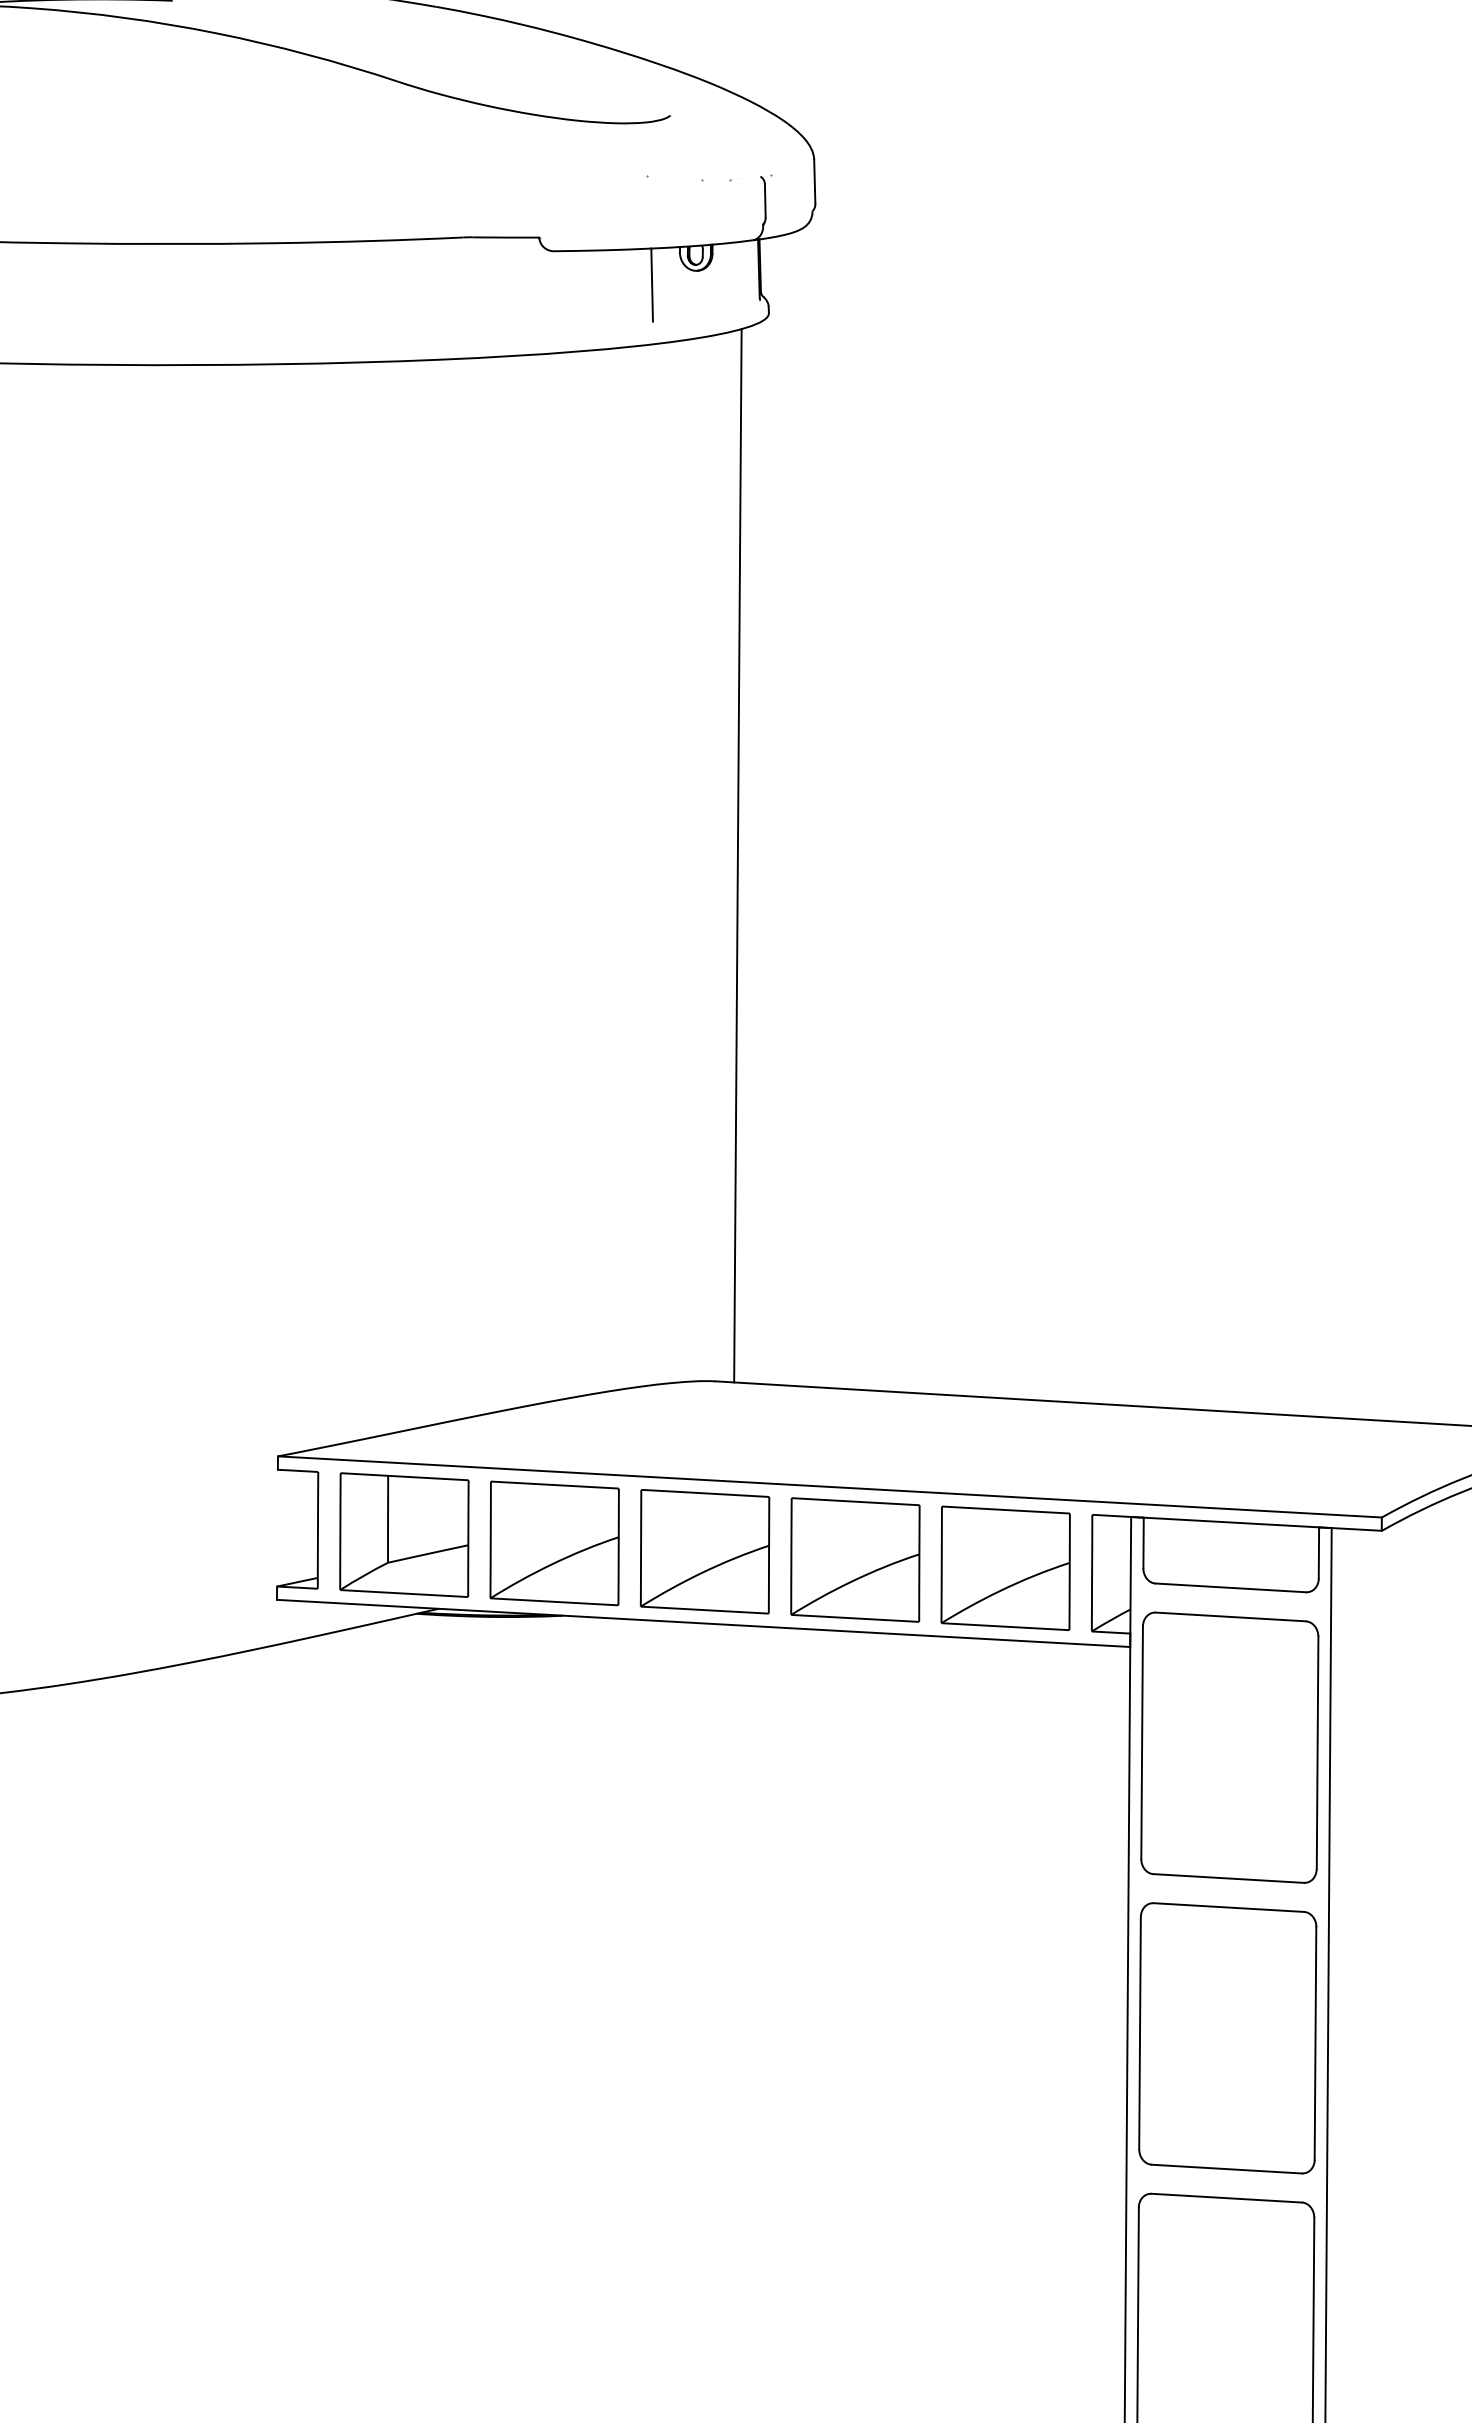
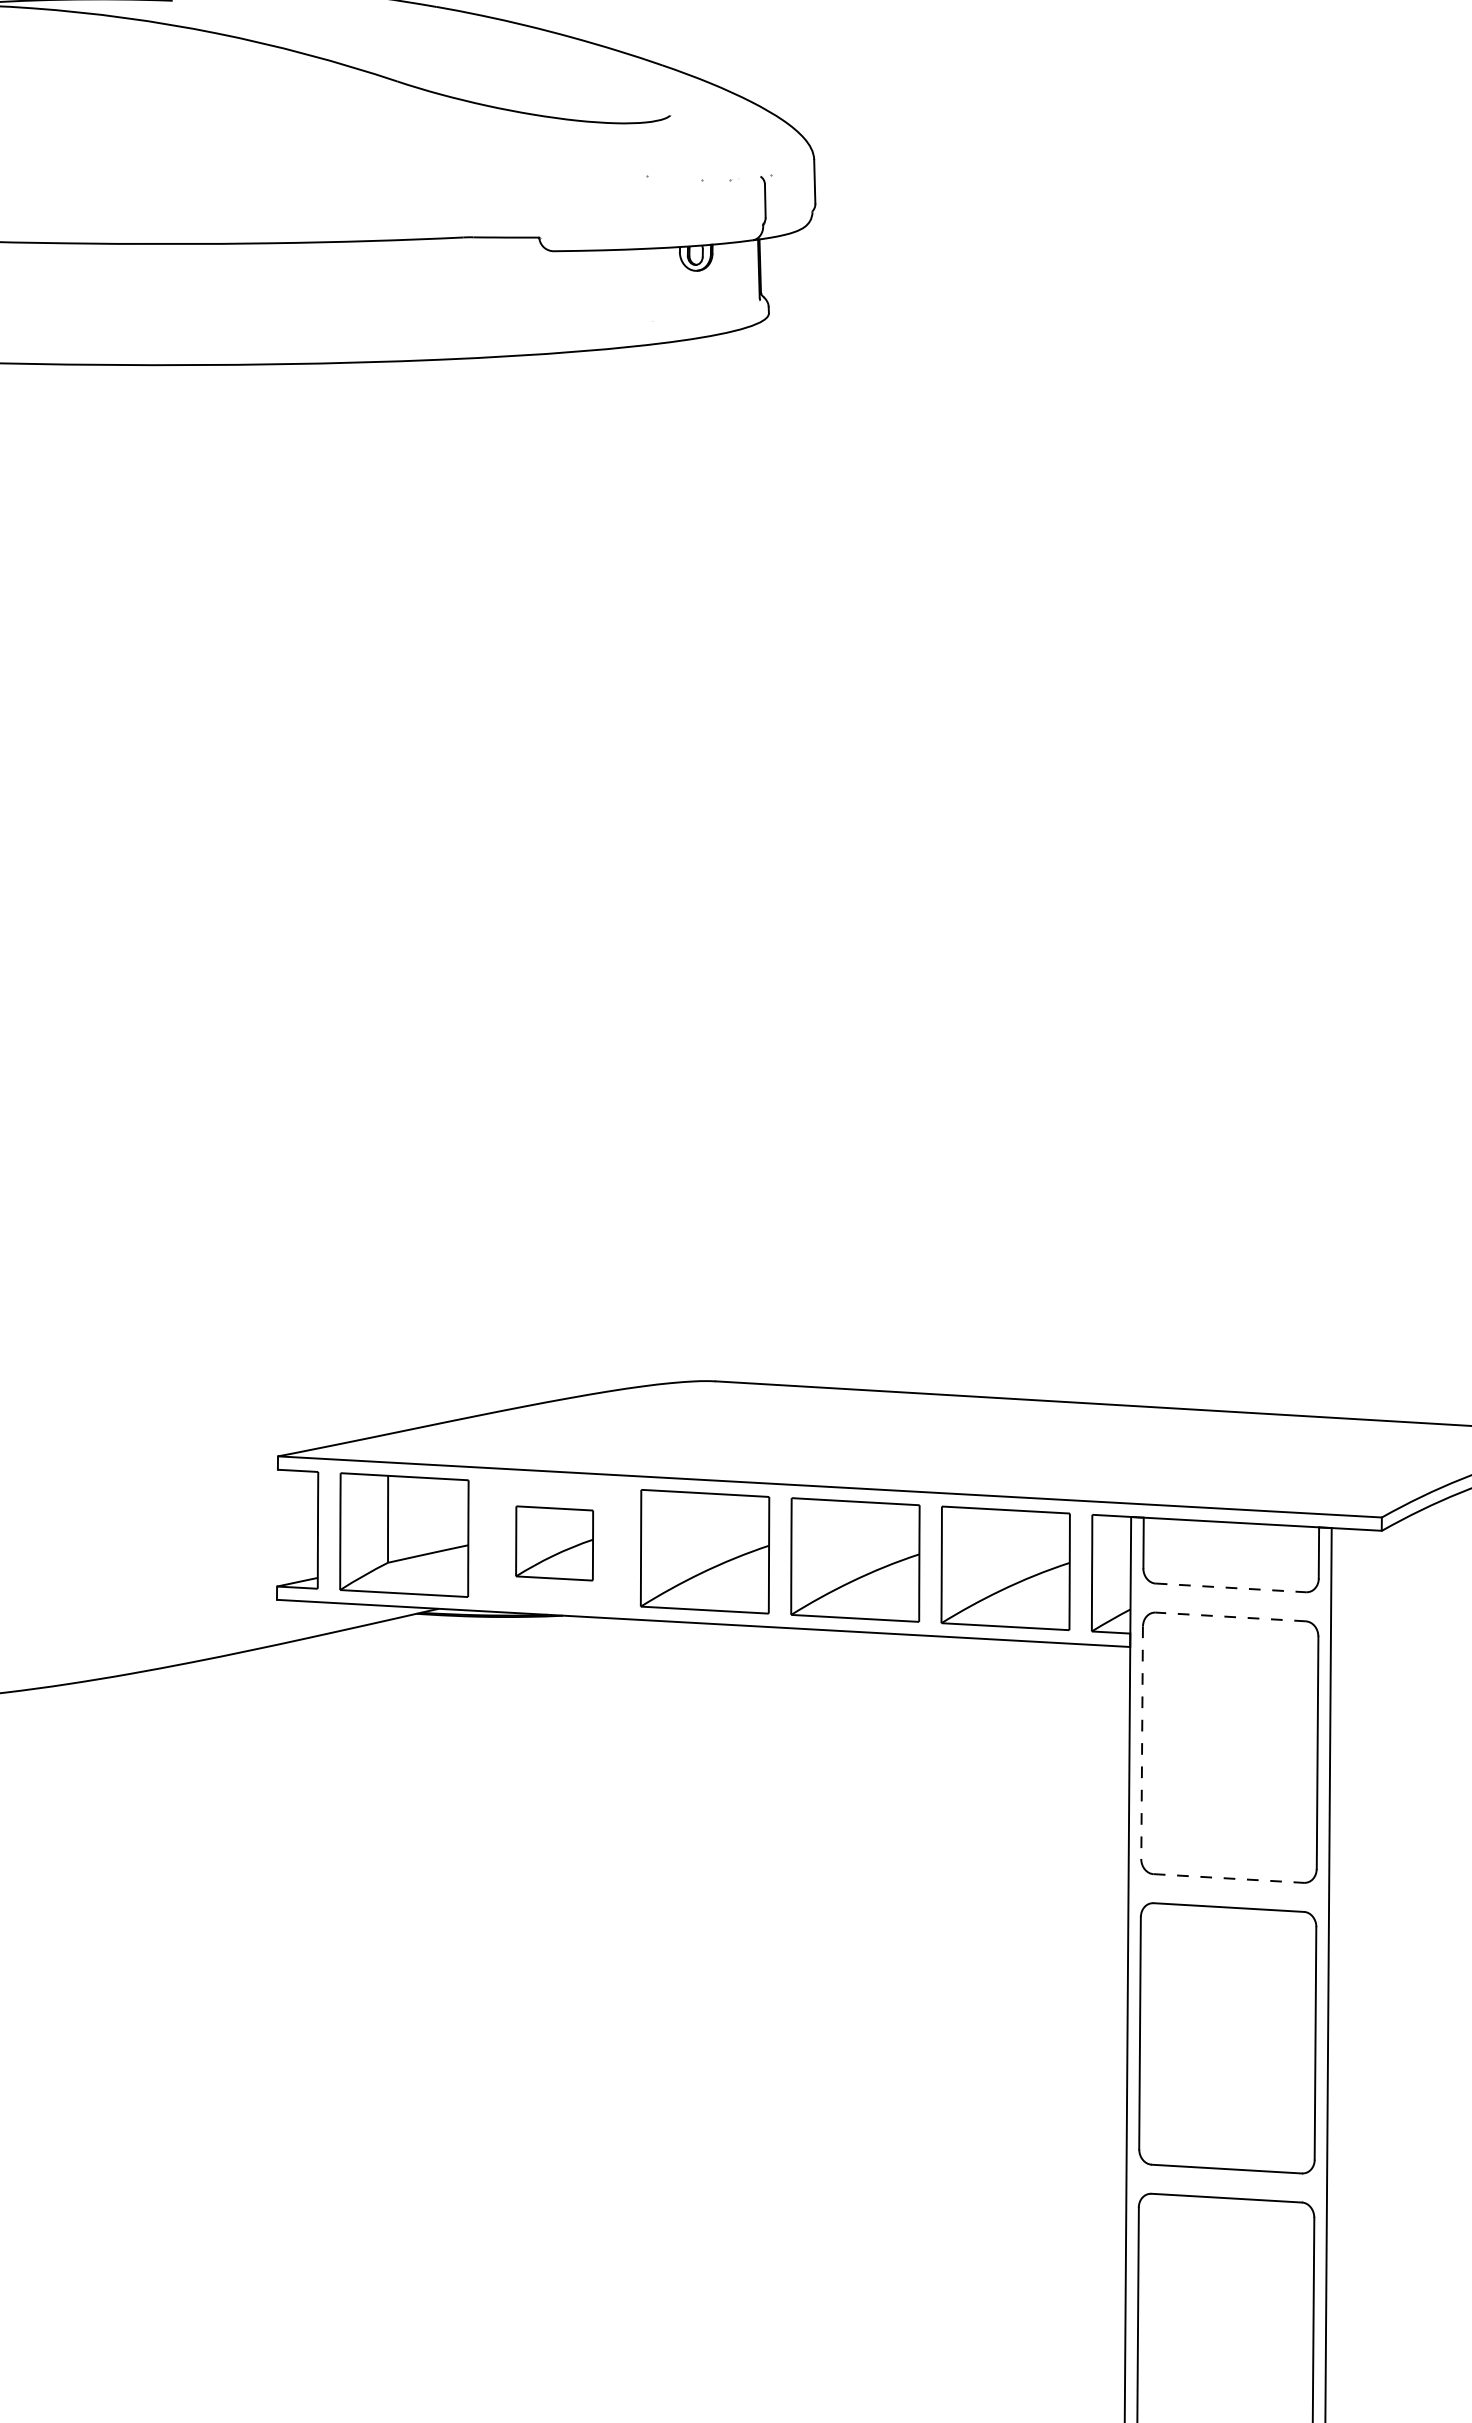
line at (651, 284): present -> none
line at (737, 855): present -> none
part at (554, 1543) size: 131x127 px -> 79x77 px
line at (1231, 1587): solid -> dashed
line at (1230, 1616): solid -> dashed
line at (1142, 1743): solid -> dashed
line at (1229, 1878): solid -> dashed
